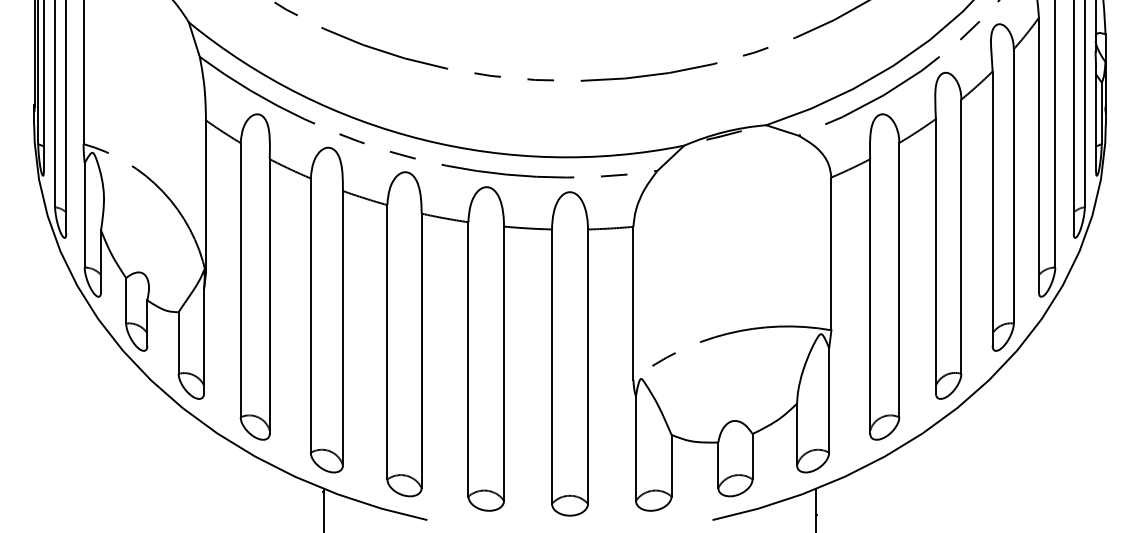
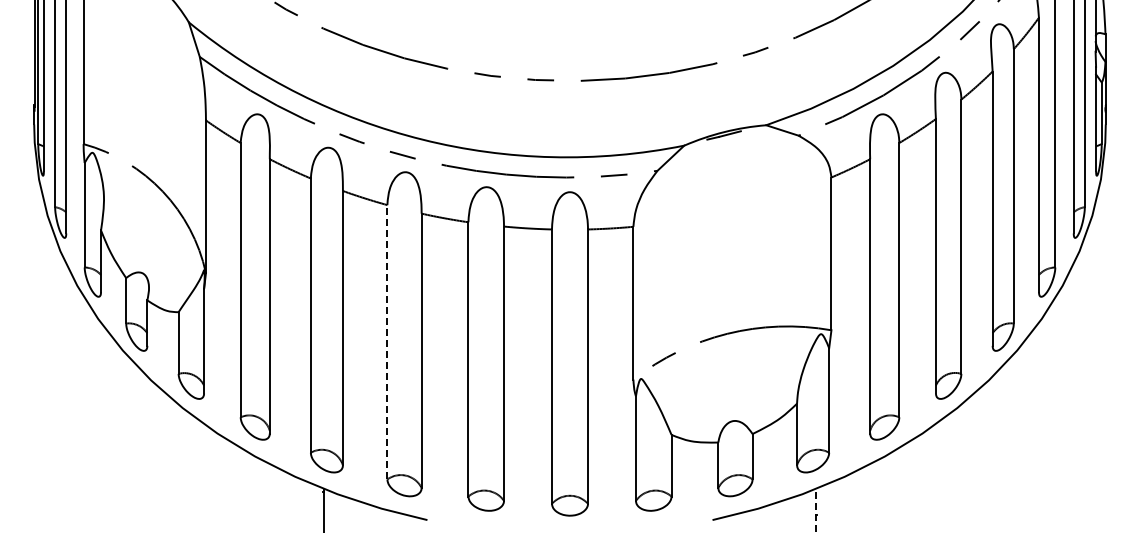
line at (387, 341): solid -> dashed
line at (815, 510): solid -> dashed
